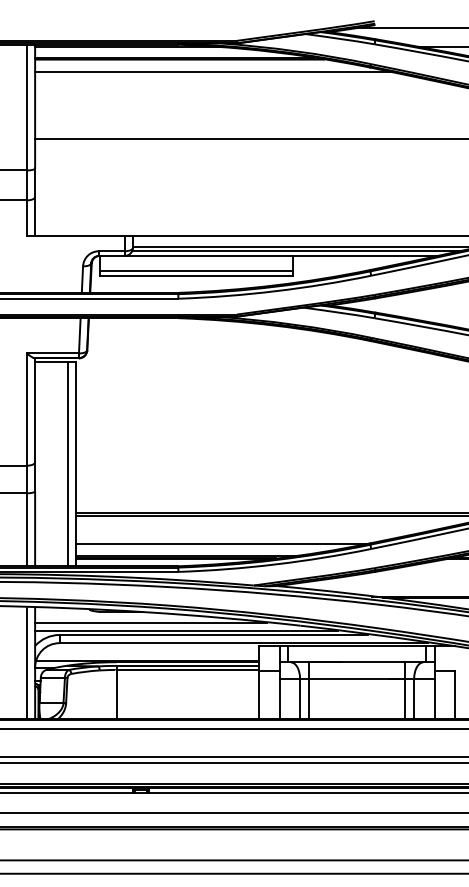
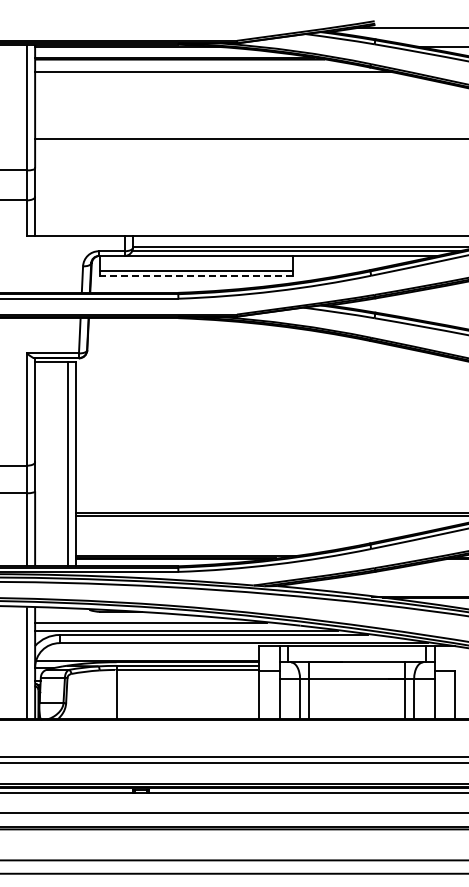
line at (196, 276): solid -> dashed
line at (221, 543): present -> none
line at (233, 728): present -> none
